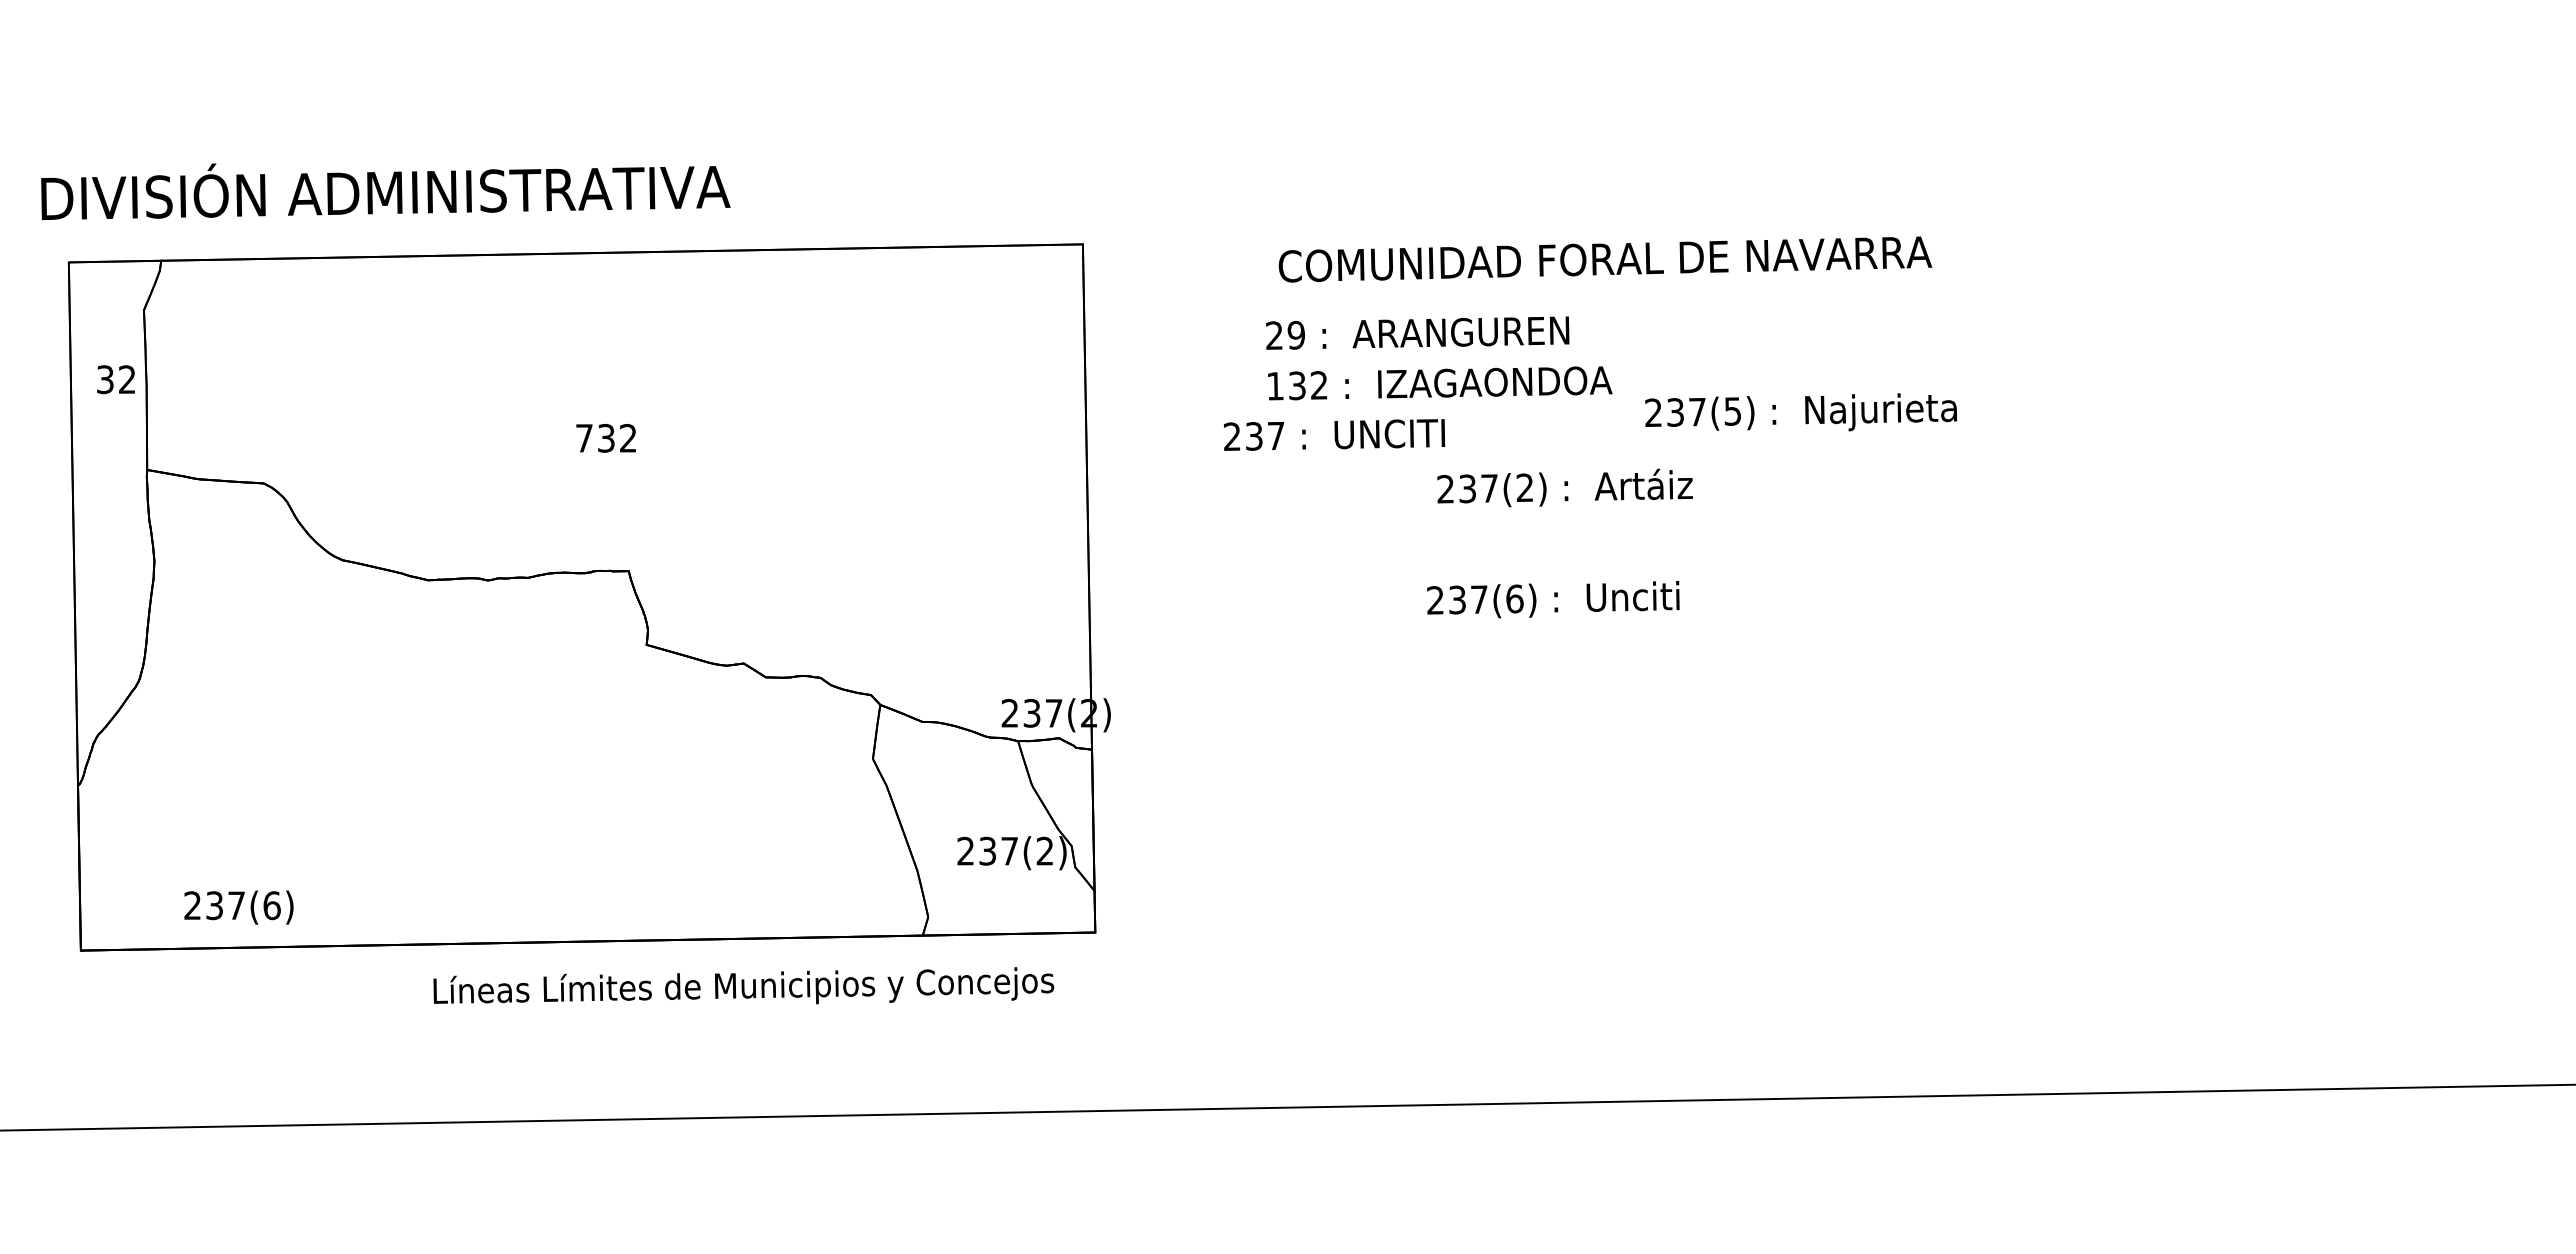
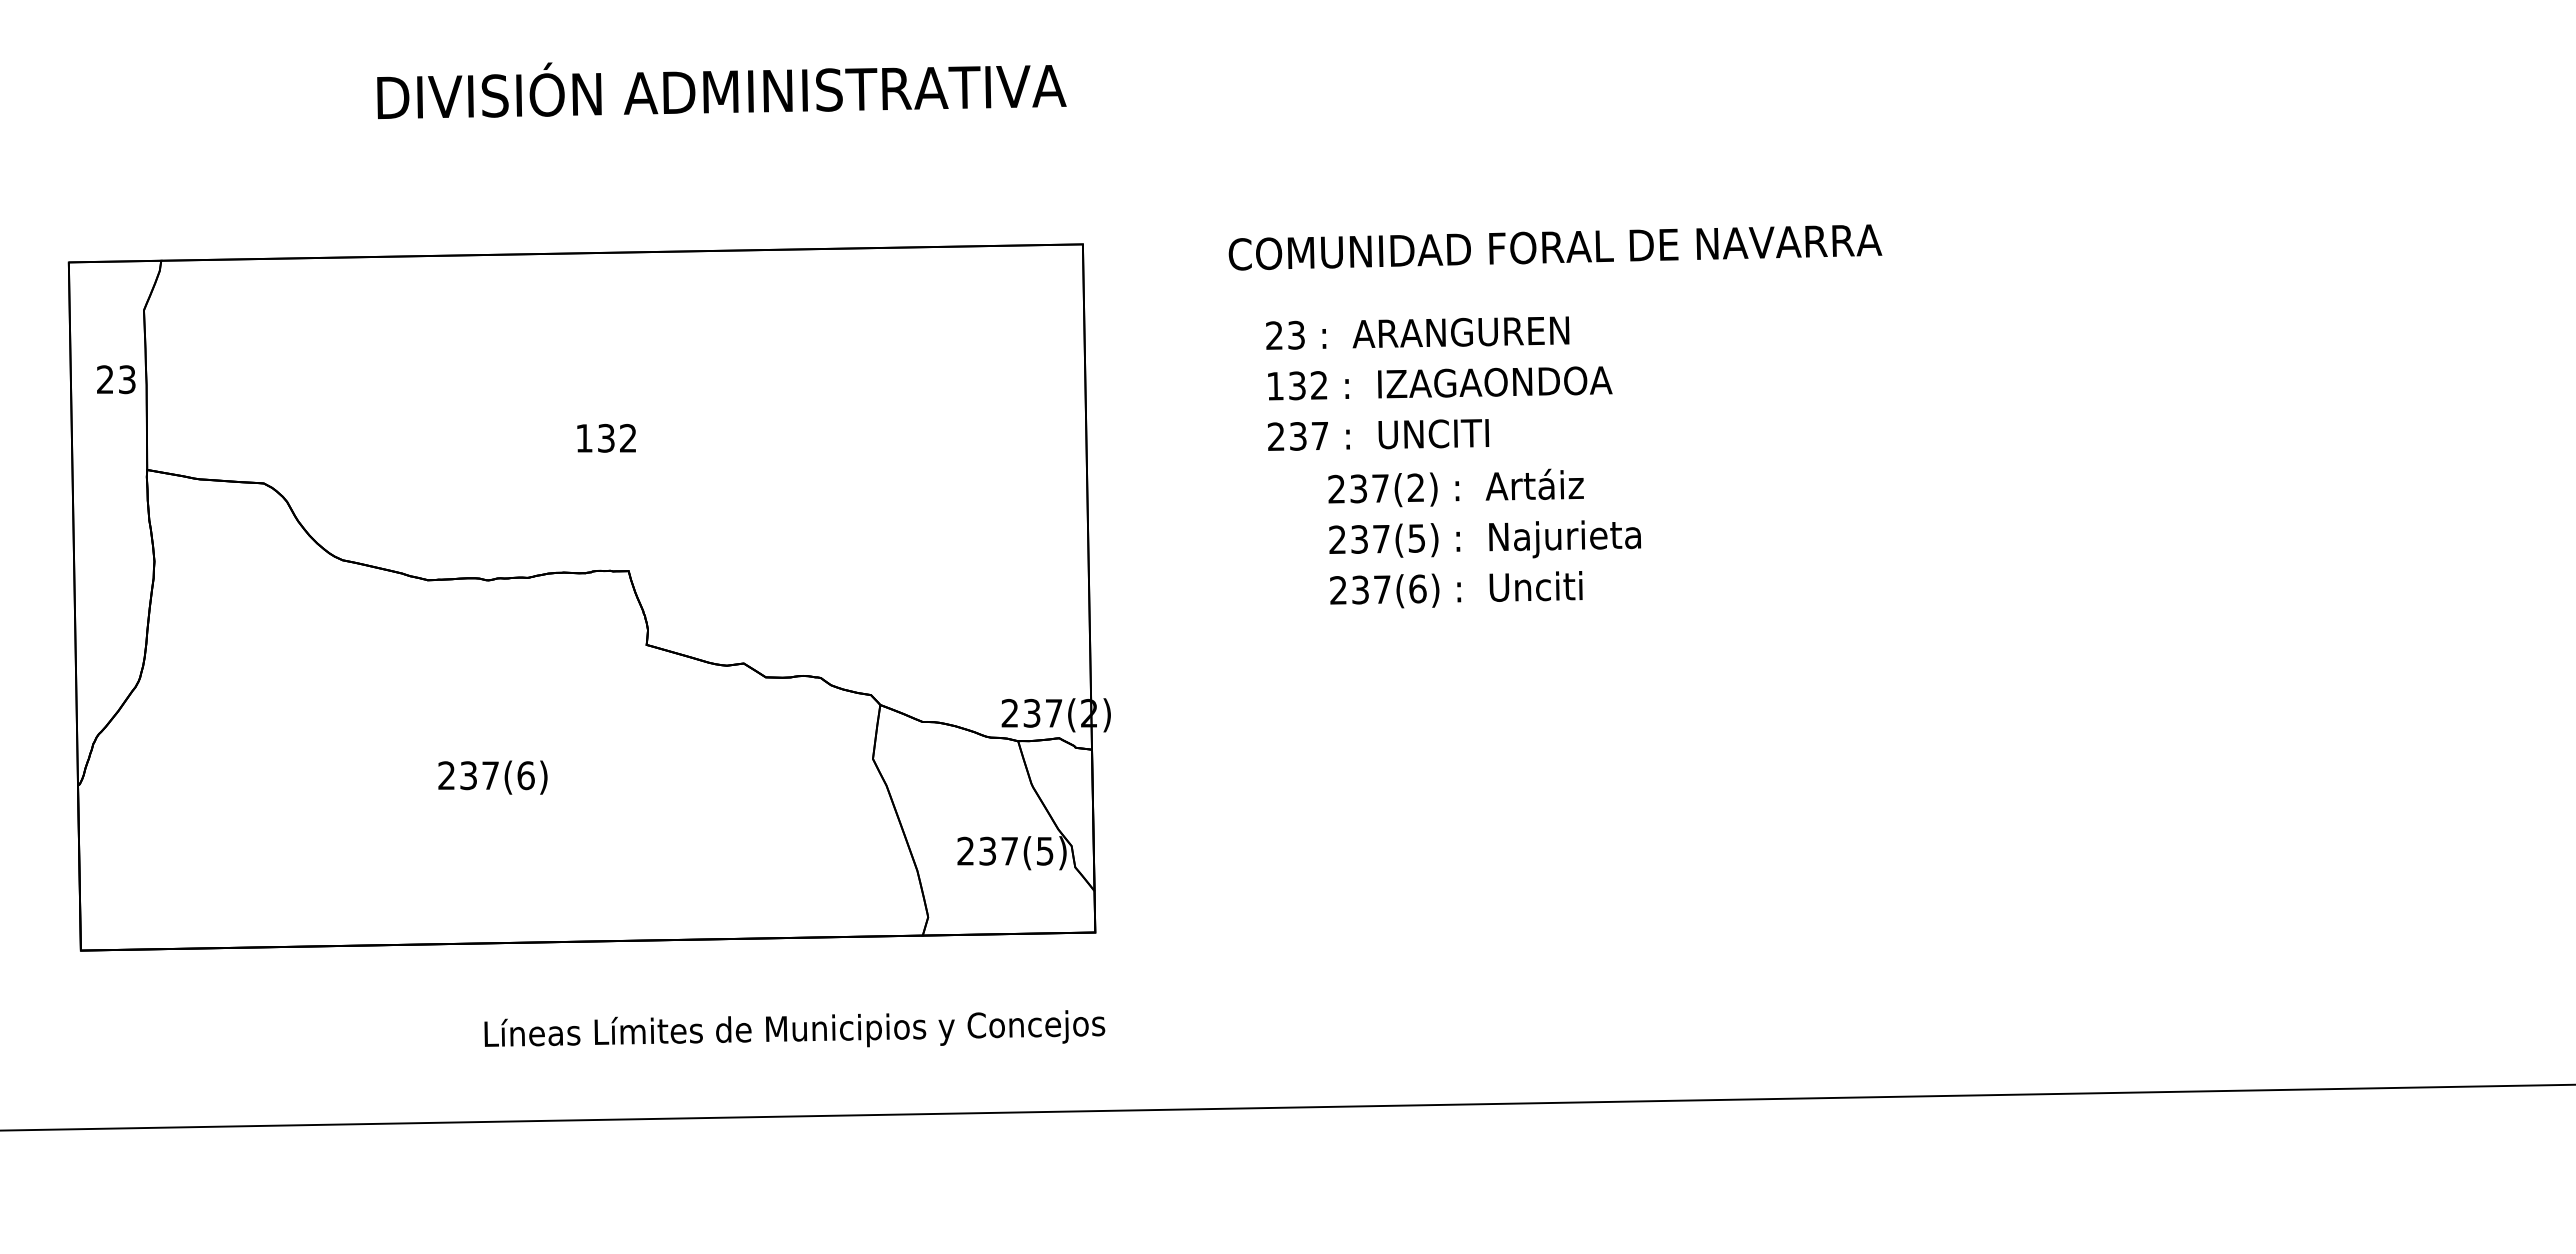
text at (385, 191) position: (385, 191) -> (721, 90)
text at (1605, 259) position: (1605, 259) -> (1555, 247)
text at (1296, 335): 29 -> 23
text at (116, 379): 32 -> 23
text at (1800, 412) position: (1800, 412) -> (1484, 539)
text at (1334, 434) position: (1334, 434) -> (1378, 434)
text at (584, 438): 732 -> 132
text at (1564, 487) position: (1564, 487) -> (1455, 487)
text at (1553, 599) position: (1553, 599) -> (1456, 589)
text at (1044, 850): 237(2) -> 237(5)
text at (238, 907) position: (238, 907) -> (492, 777)
text at (743, 985) position: (743, 985) -> (794, 1028)
